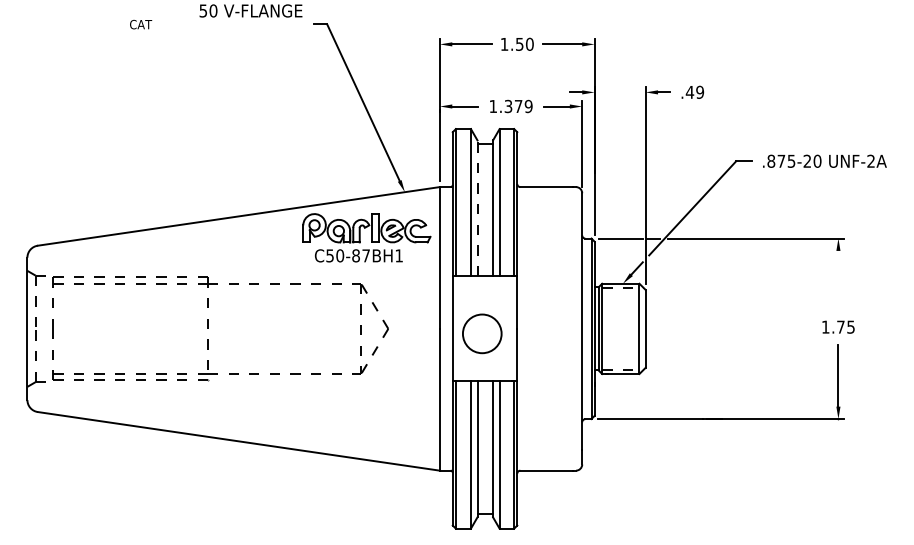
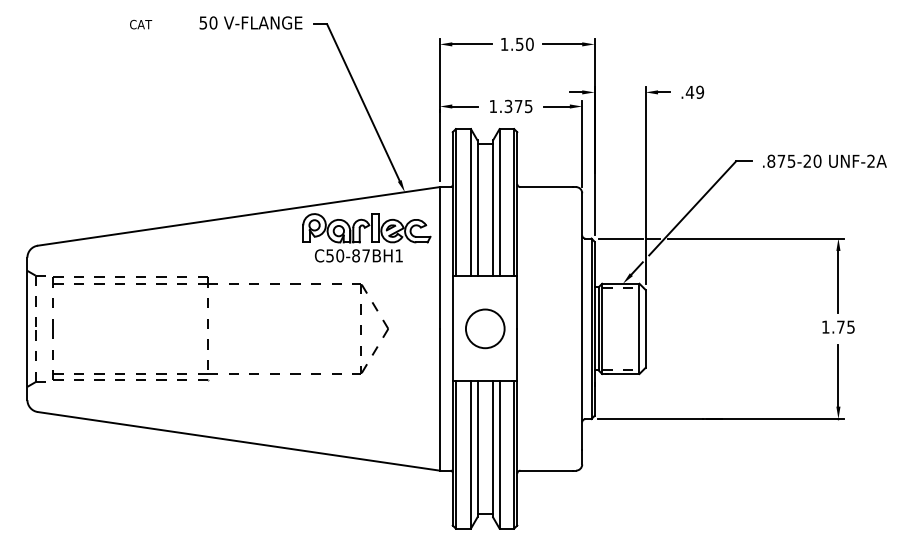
text at (250, 10) position: (250, 10) -> (250, 22)
text at (528, 105): 1.379 -> 1.375
line at (477, 208): dashed -> solid
line at (838, 281): none -> present
circle at (482, 333) position: (482, 333) -> (485, 328)
